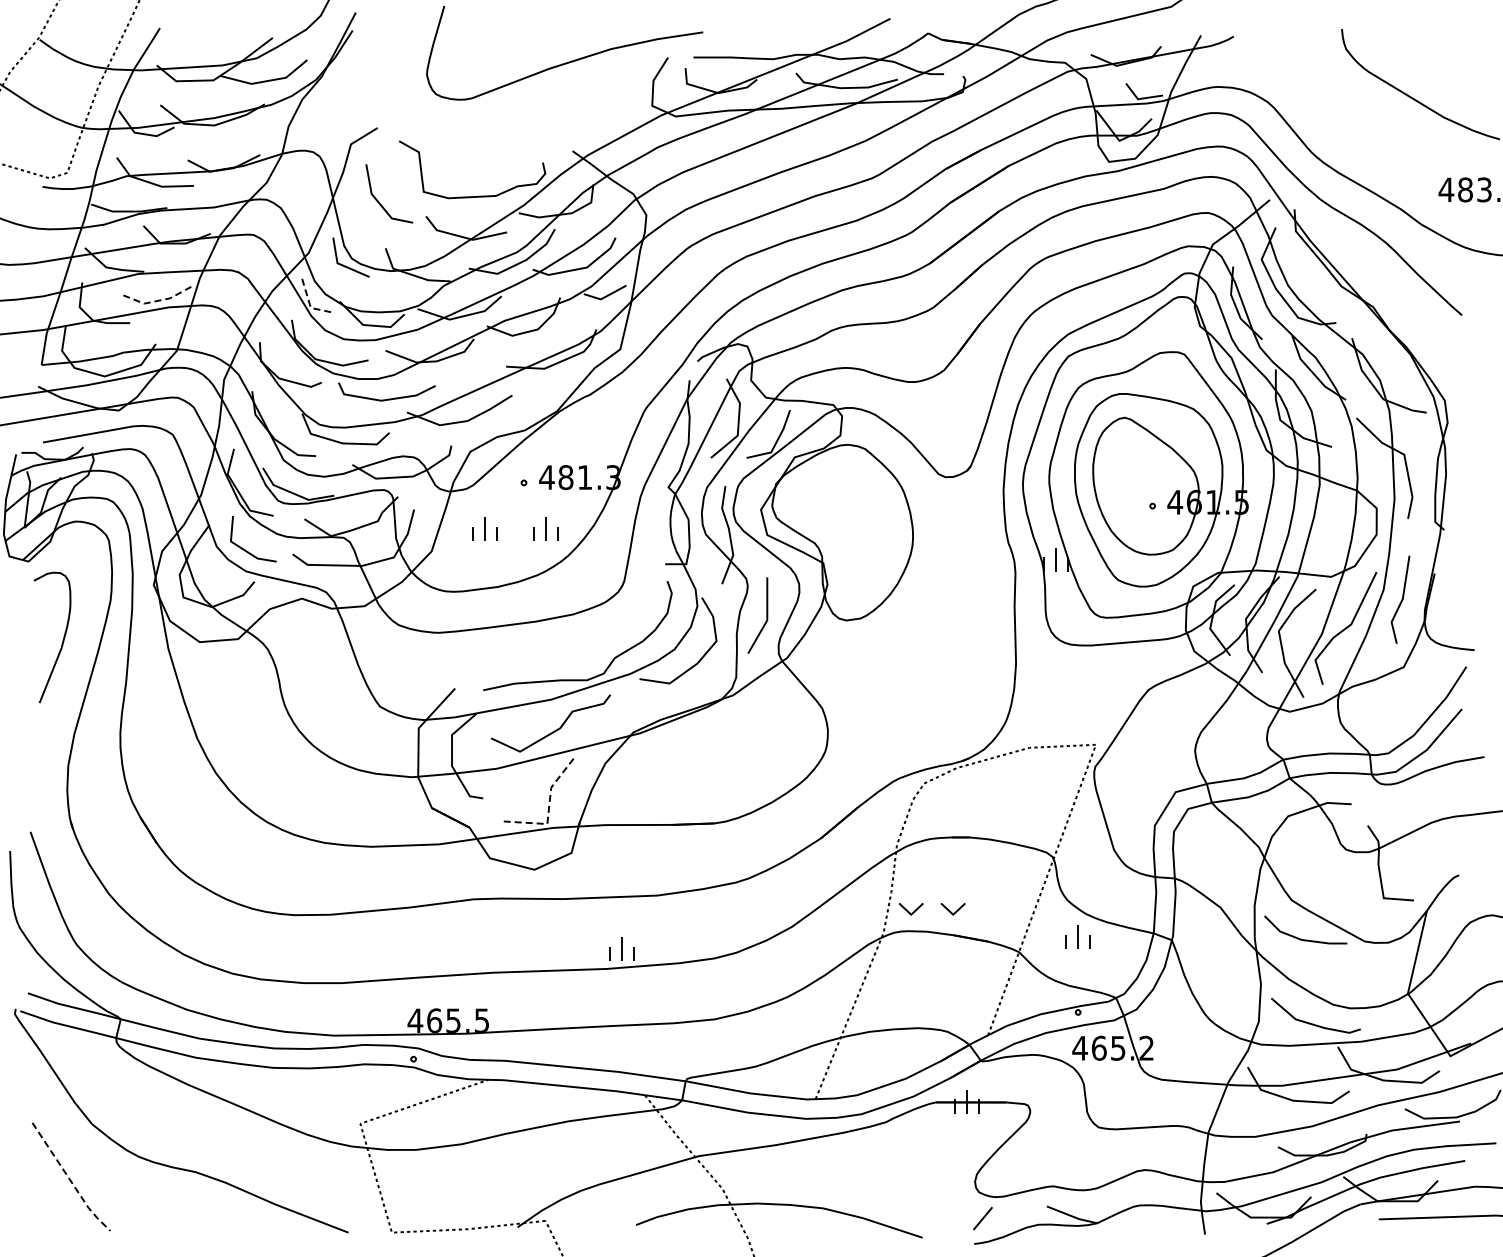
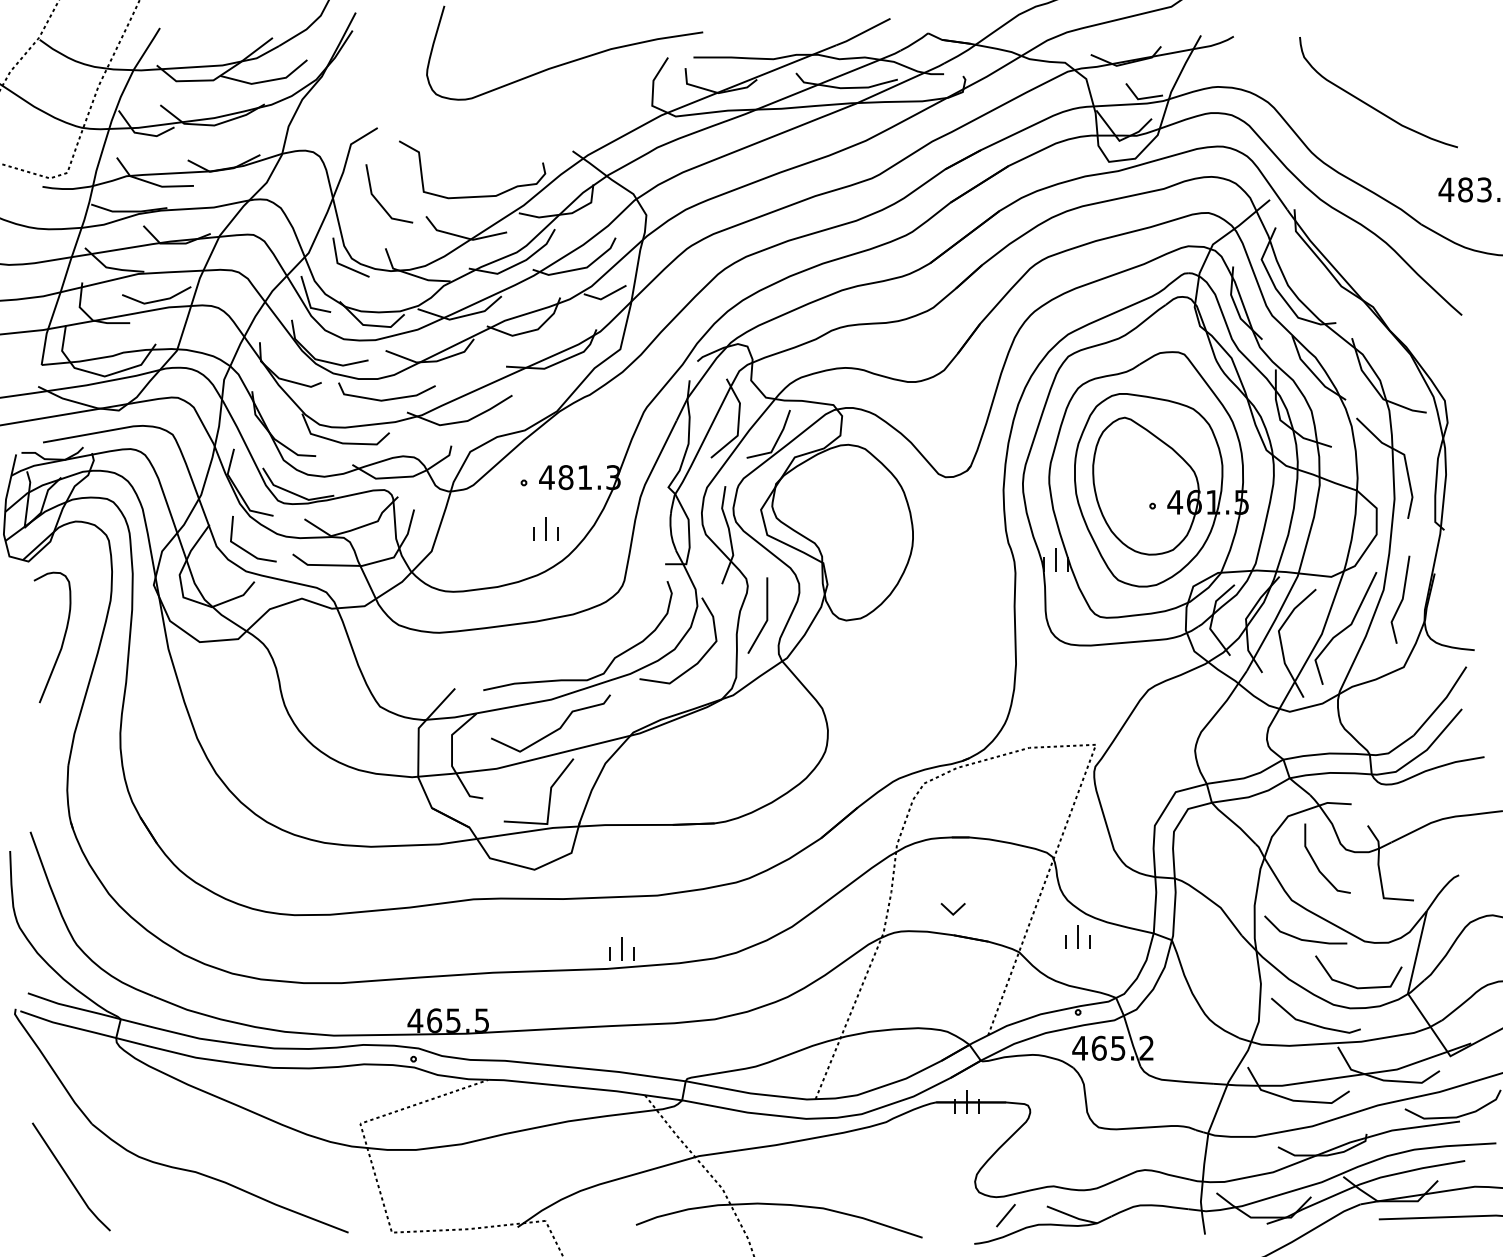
curve at (1413, 97) position: (1413, 97) -> (1371, 105)
line at (157, 300): dashed -> solid
line at (309, 302): dashed -> solid
part at (484, 528): present -> none
line at (548, 809): dashed -> solid
line at (1316, 863): none -> present
part at (910, 909): present -> none
line at (1352, 985): none -> present
line at (70, 1180): dashed -> solid
line at (982, 1218) position: (982, 1218) -> (1005, 1215)
